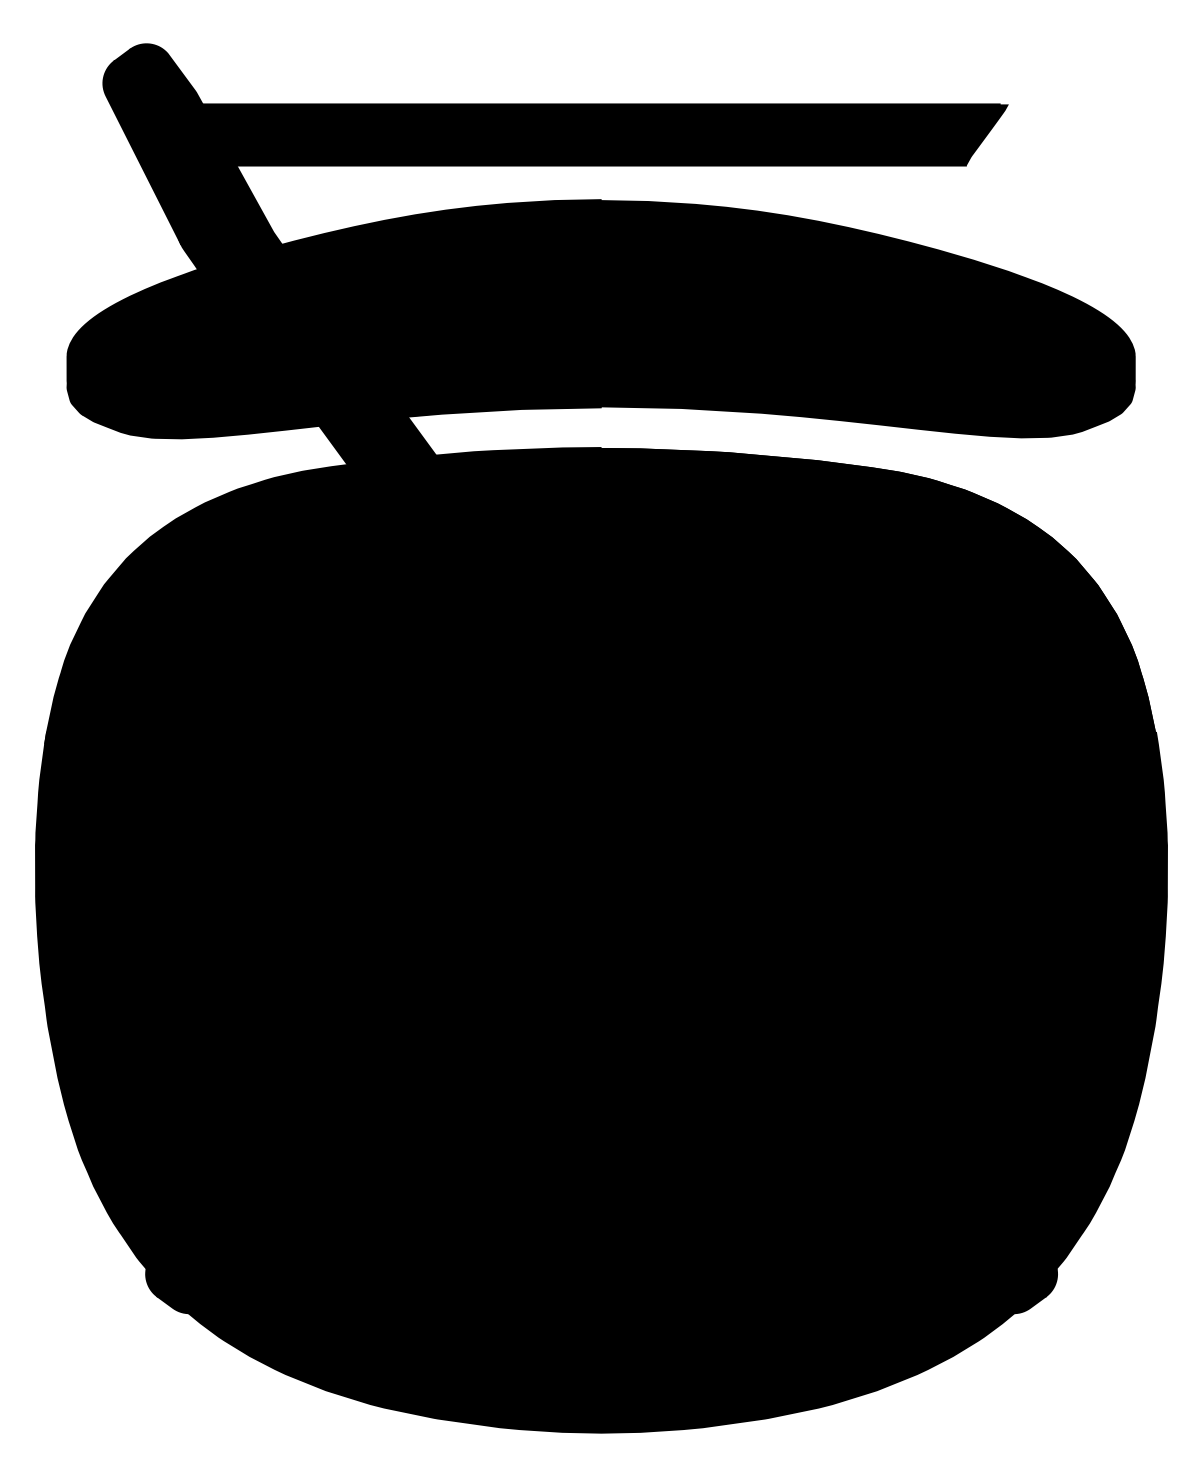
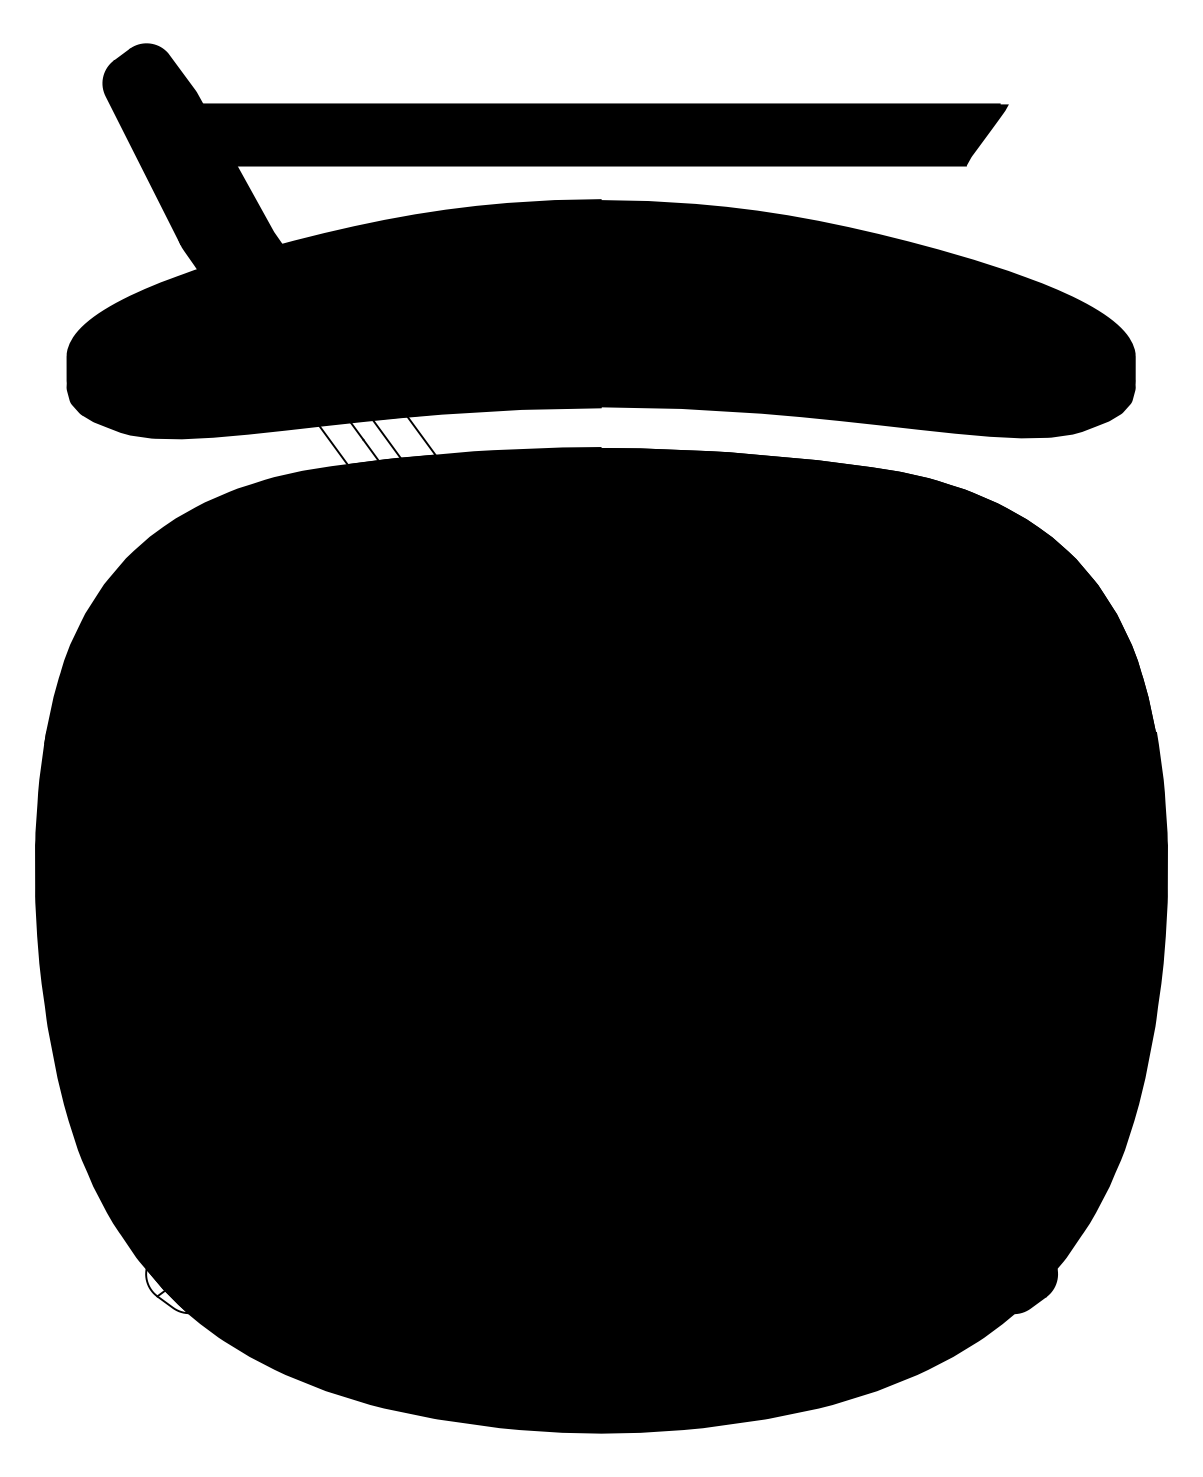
fill at (369, 430): present -> none
fill at (167, 1290): present -> none
